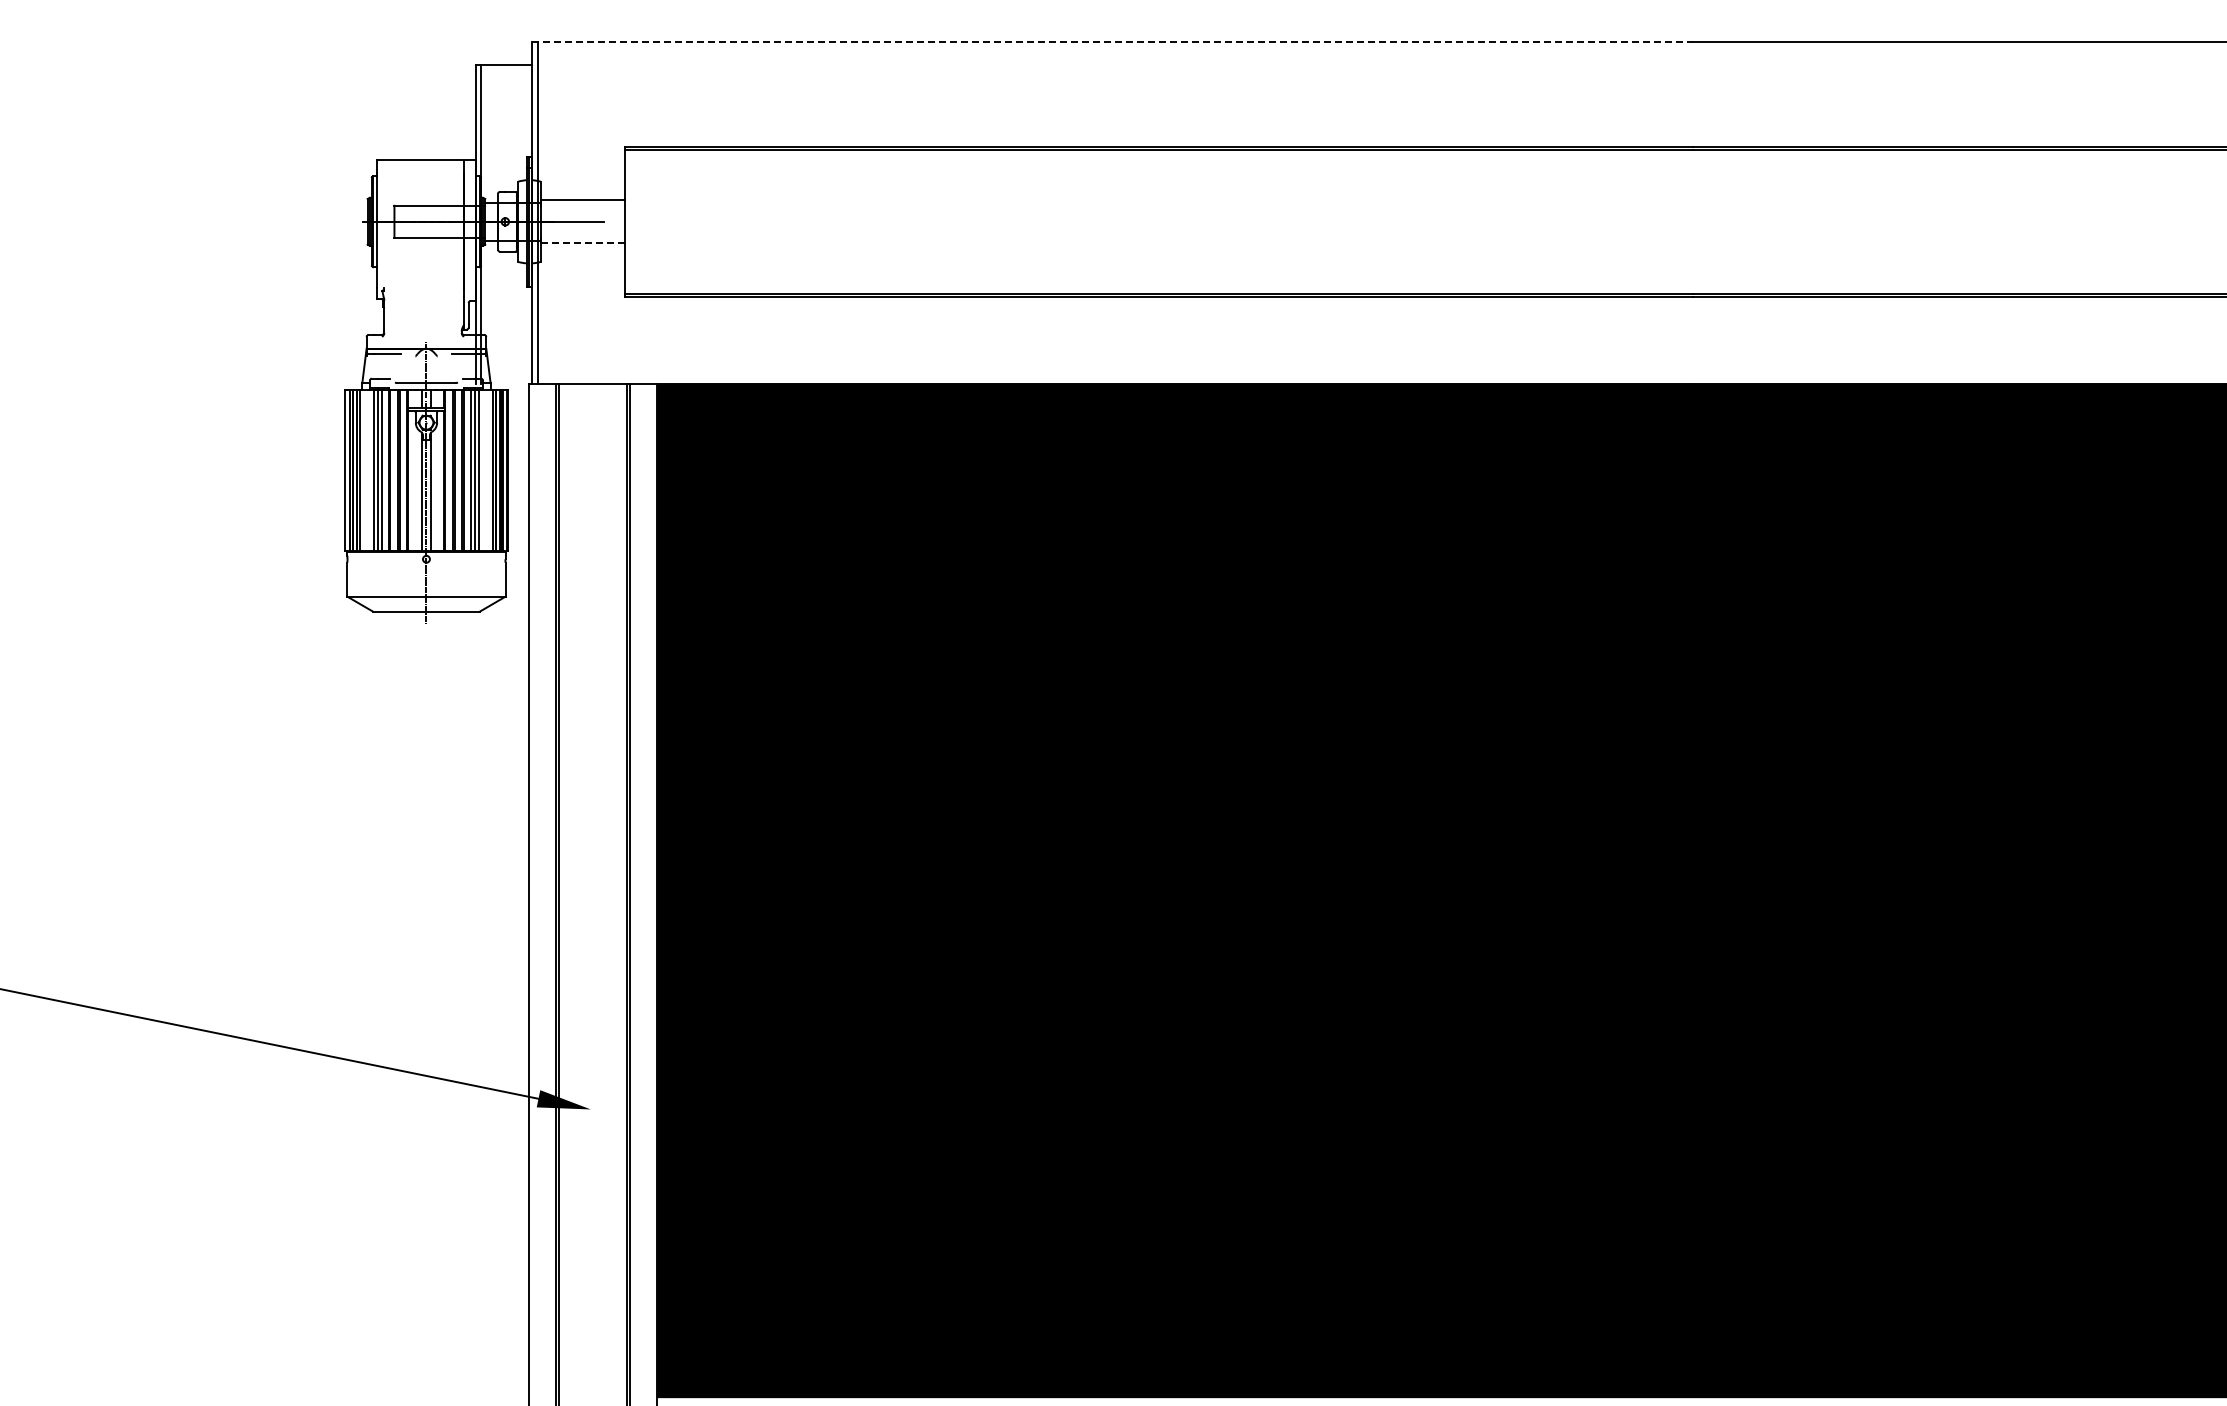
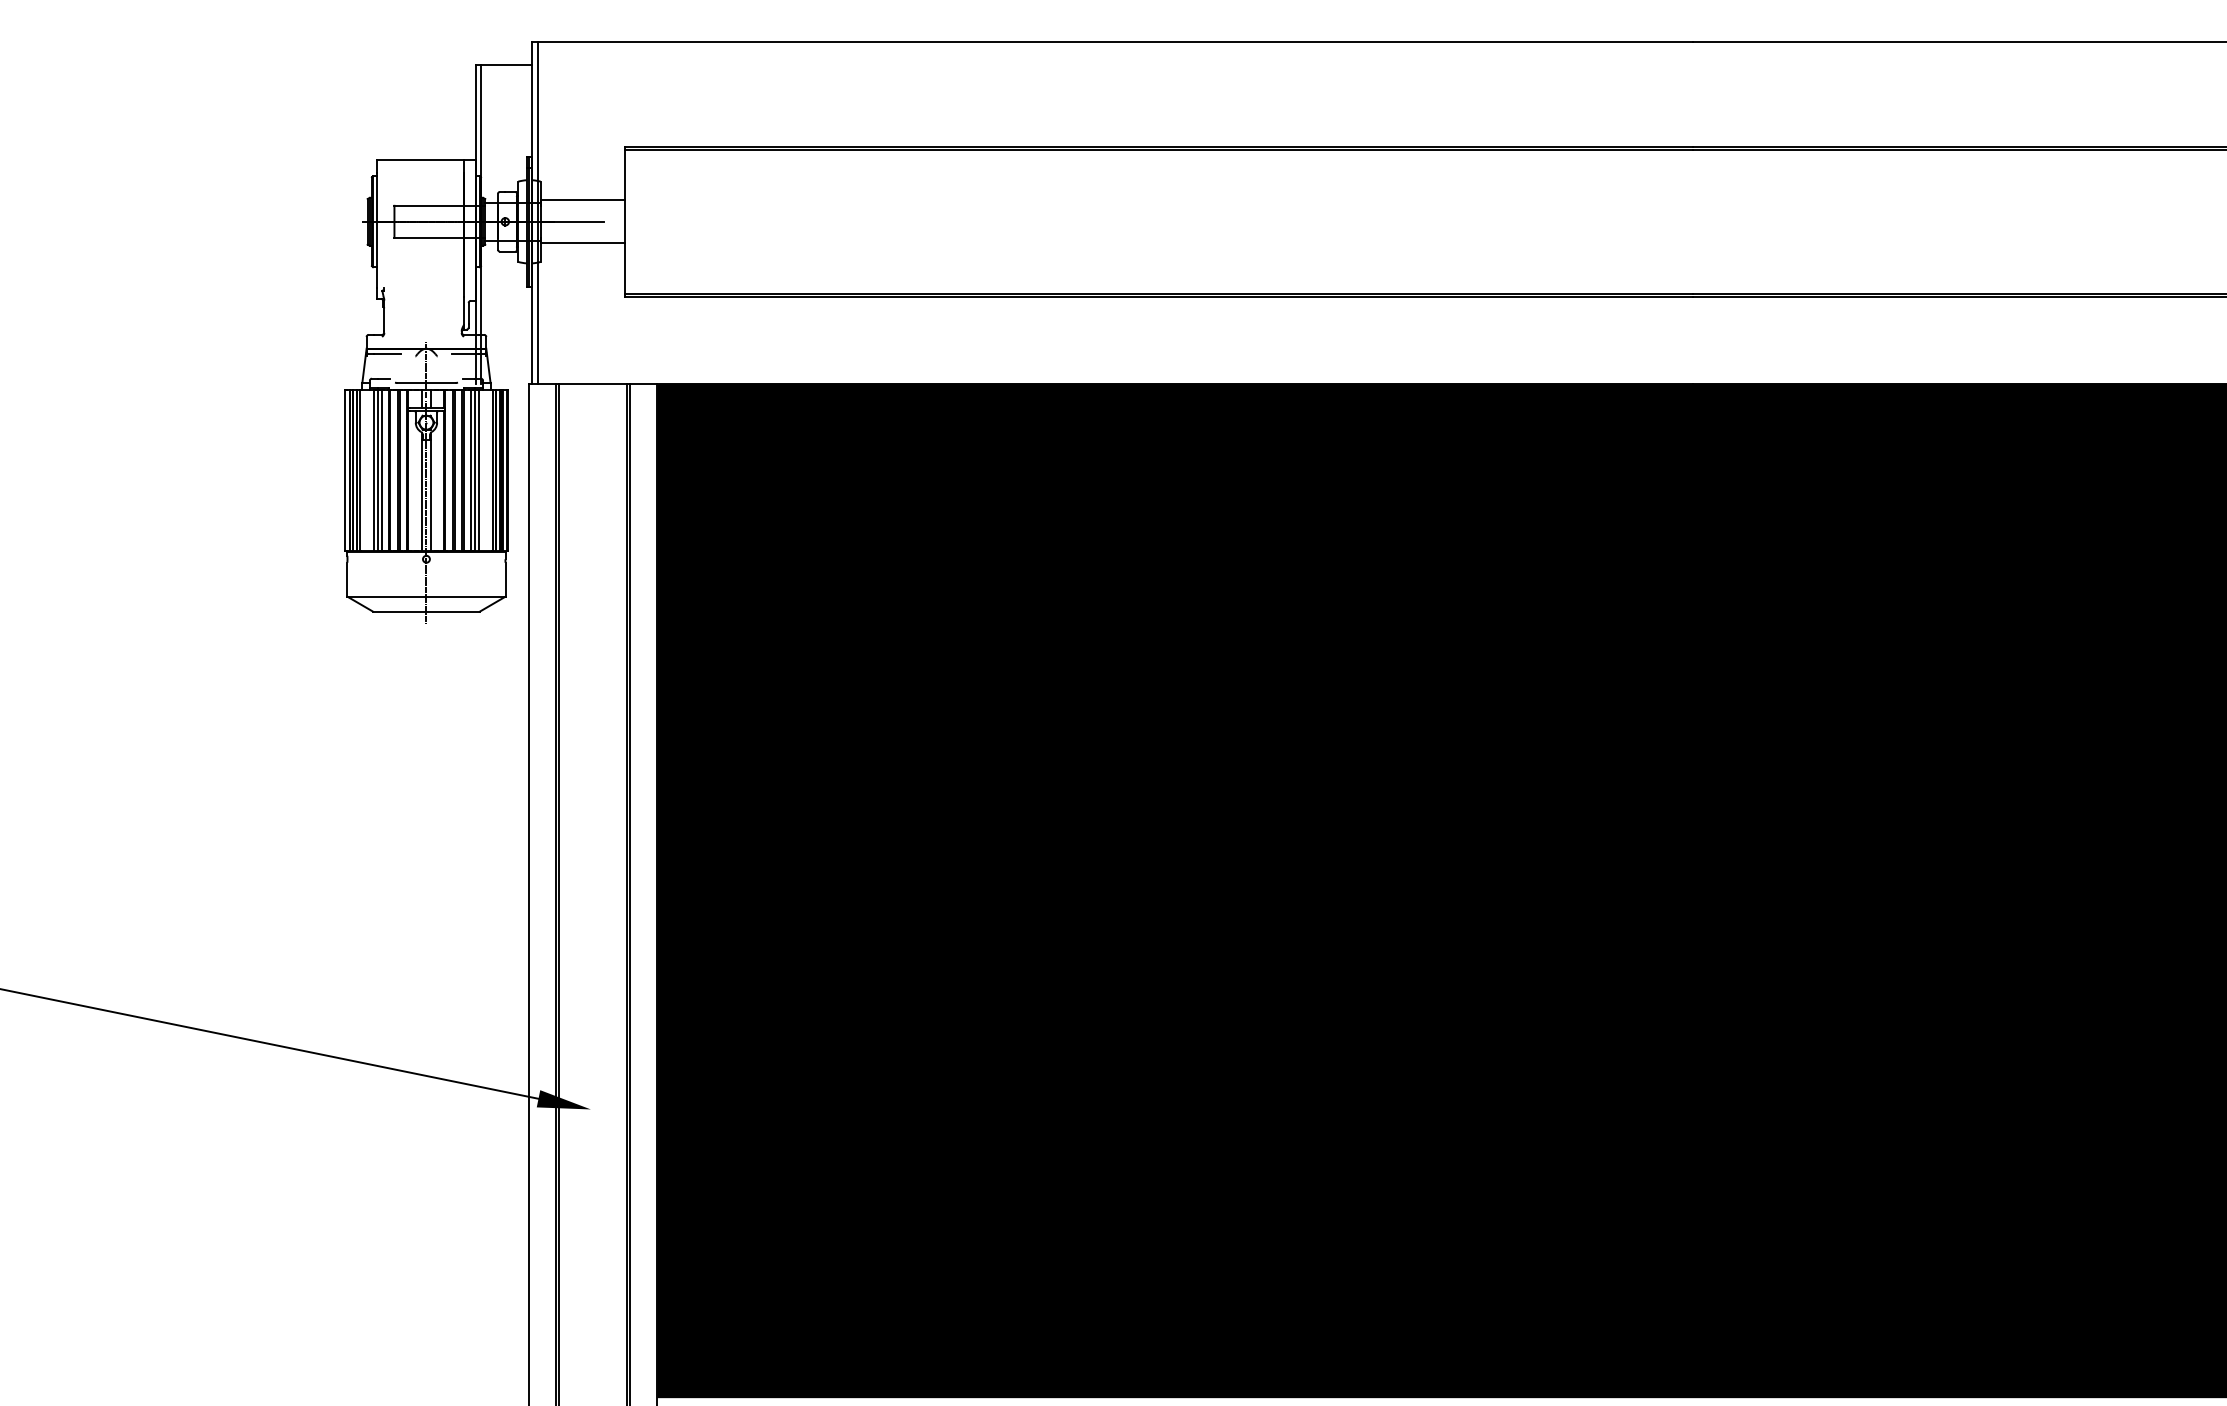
line at (1113, 42): dashed -> solid
line at (583, 243): dashed -> solid
